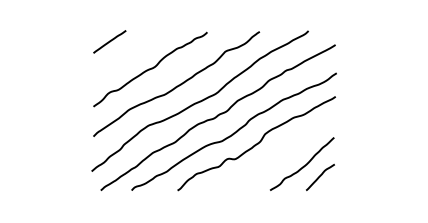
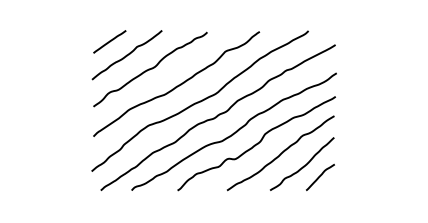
curve at (126, 55): none -> present
curve at (280, 153): none -> present
